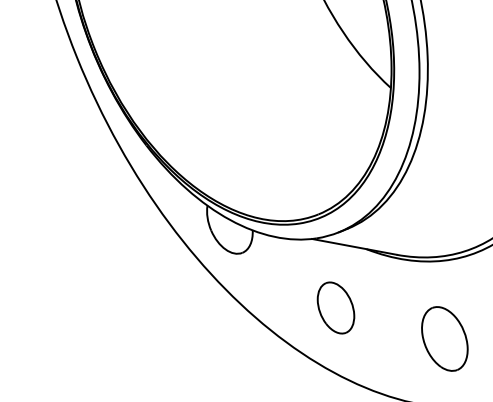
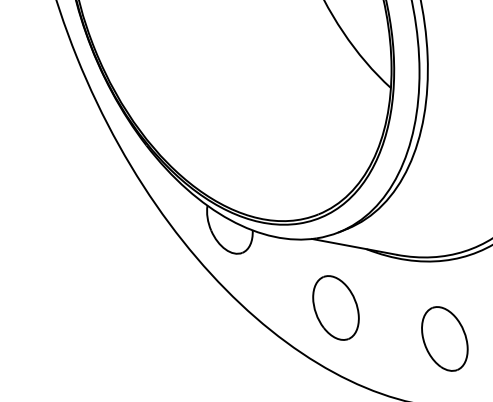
part at (335, 307) size: 40x54 px -> 48x66 px
